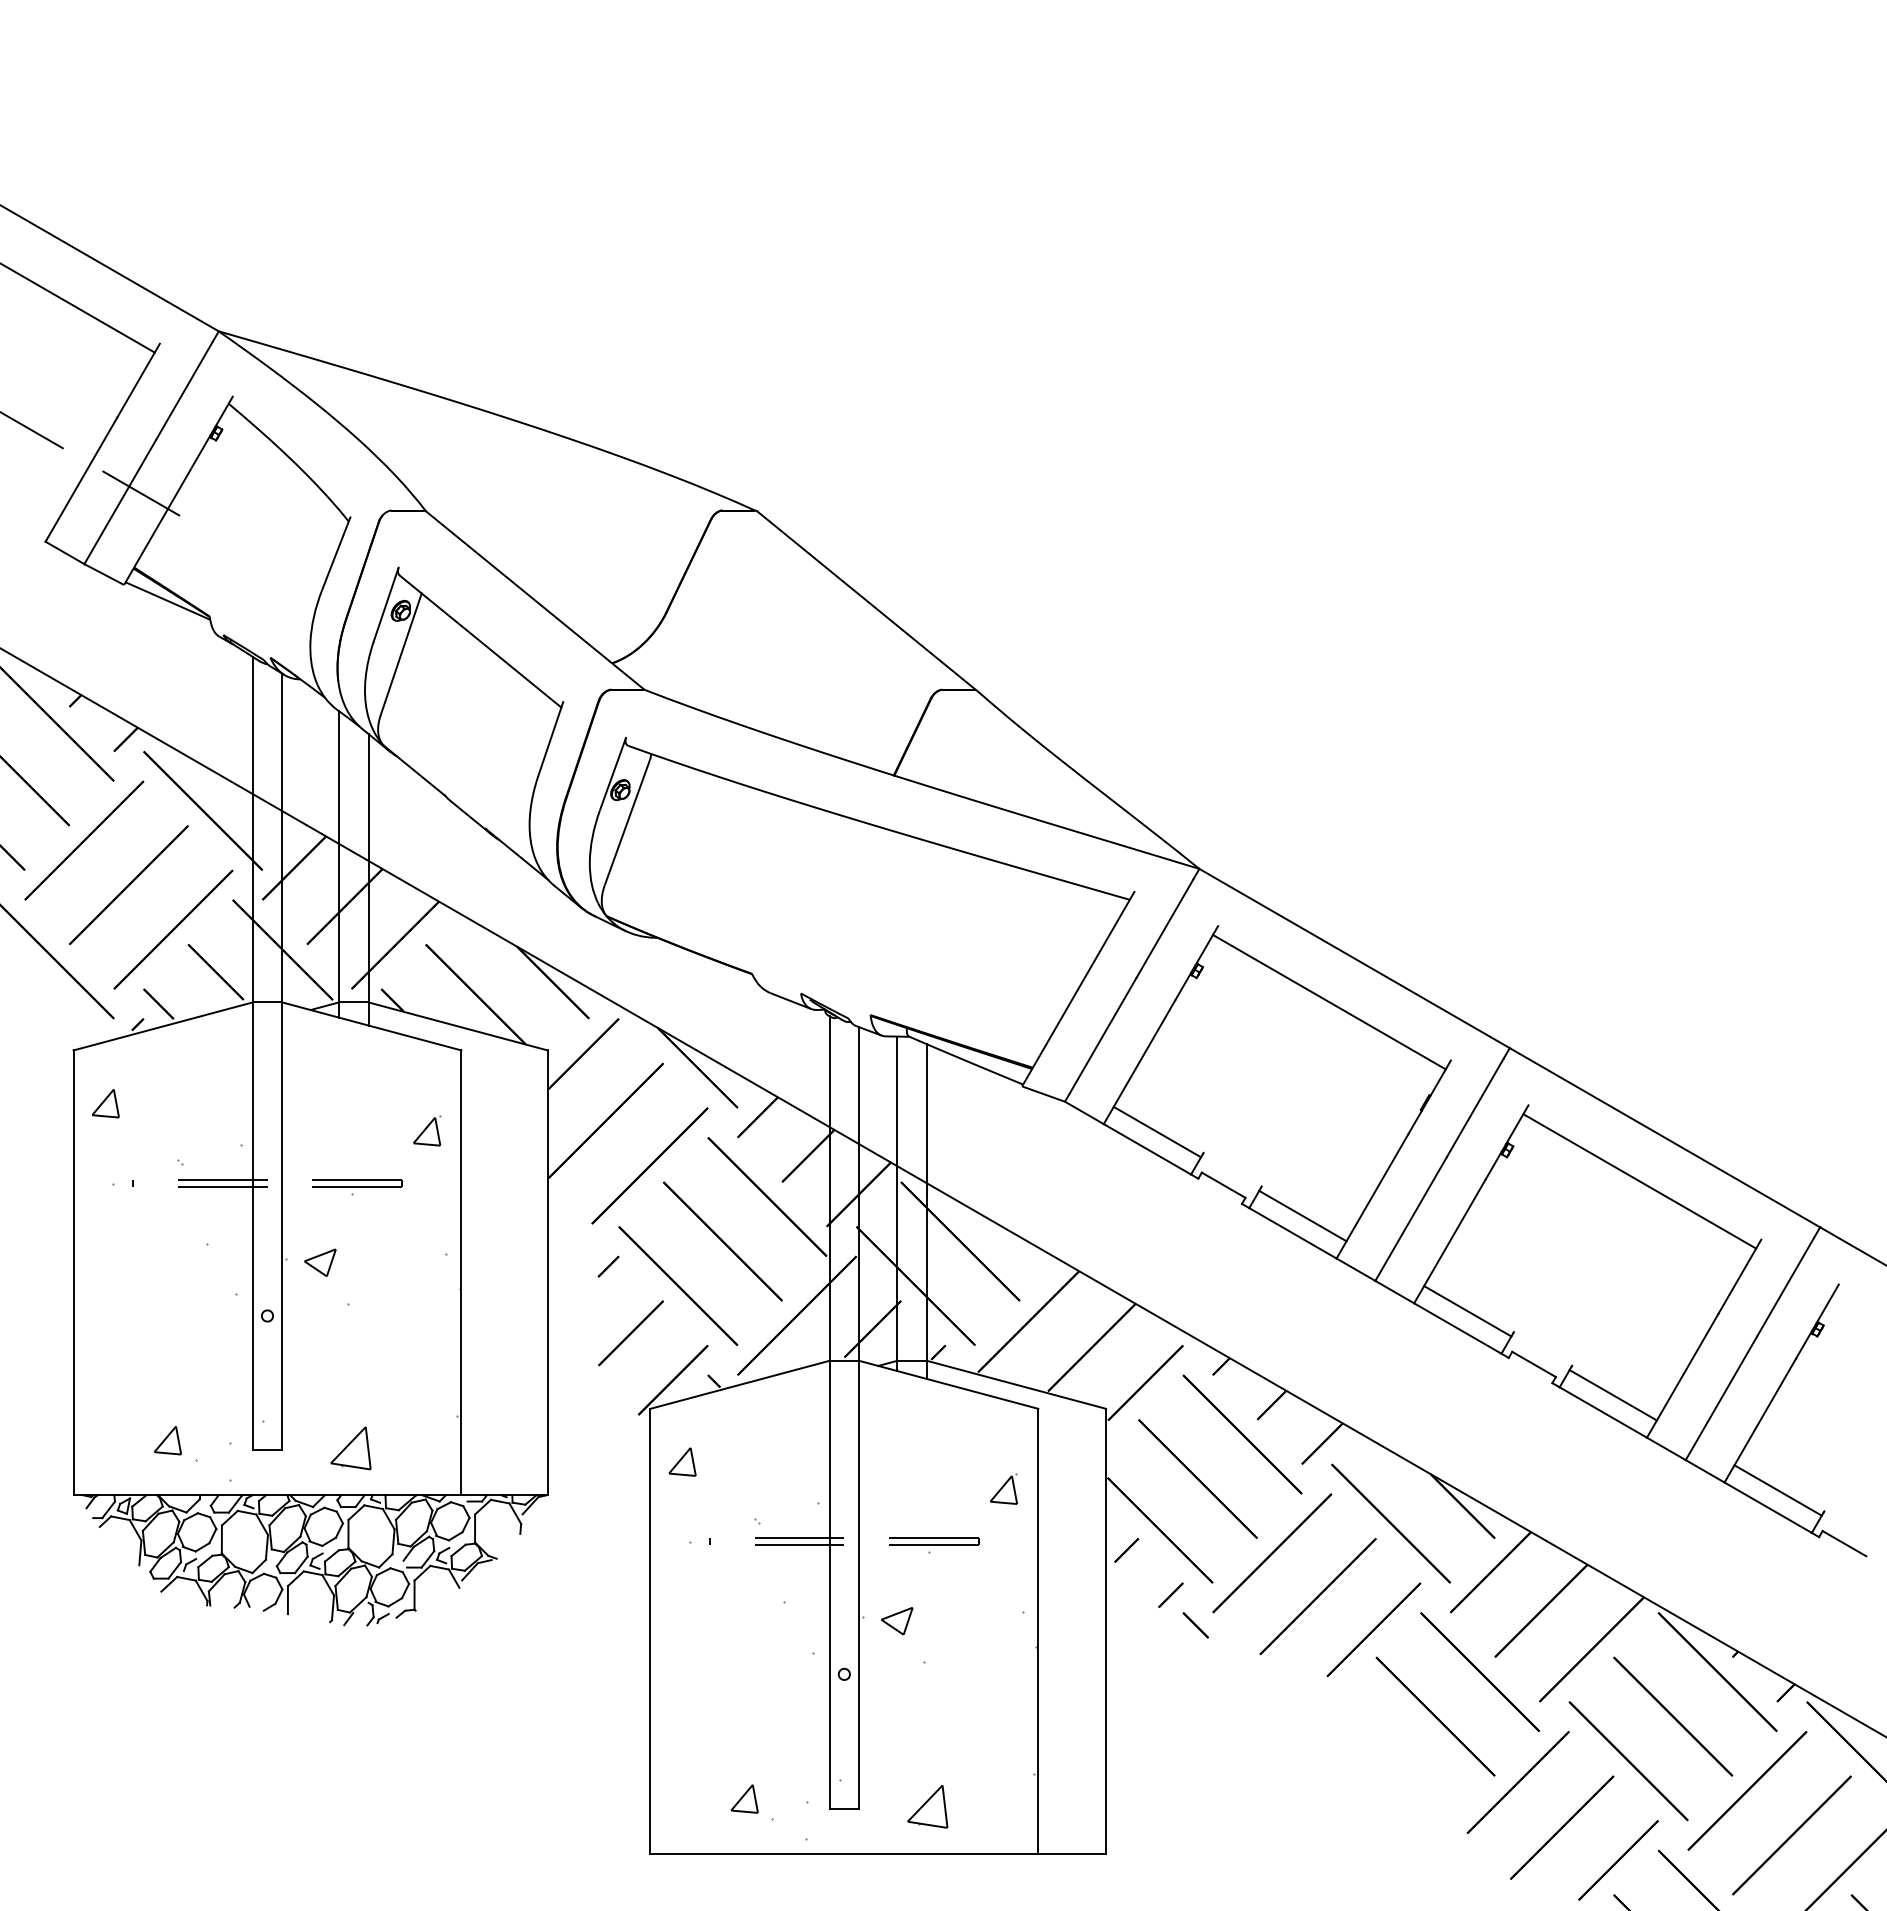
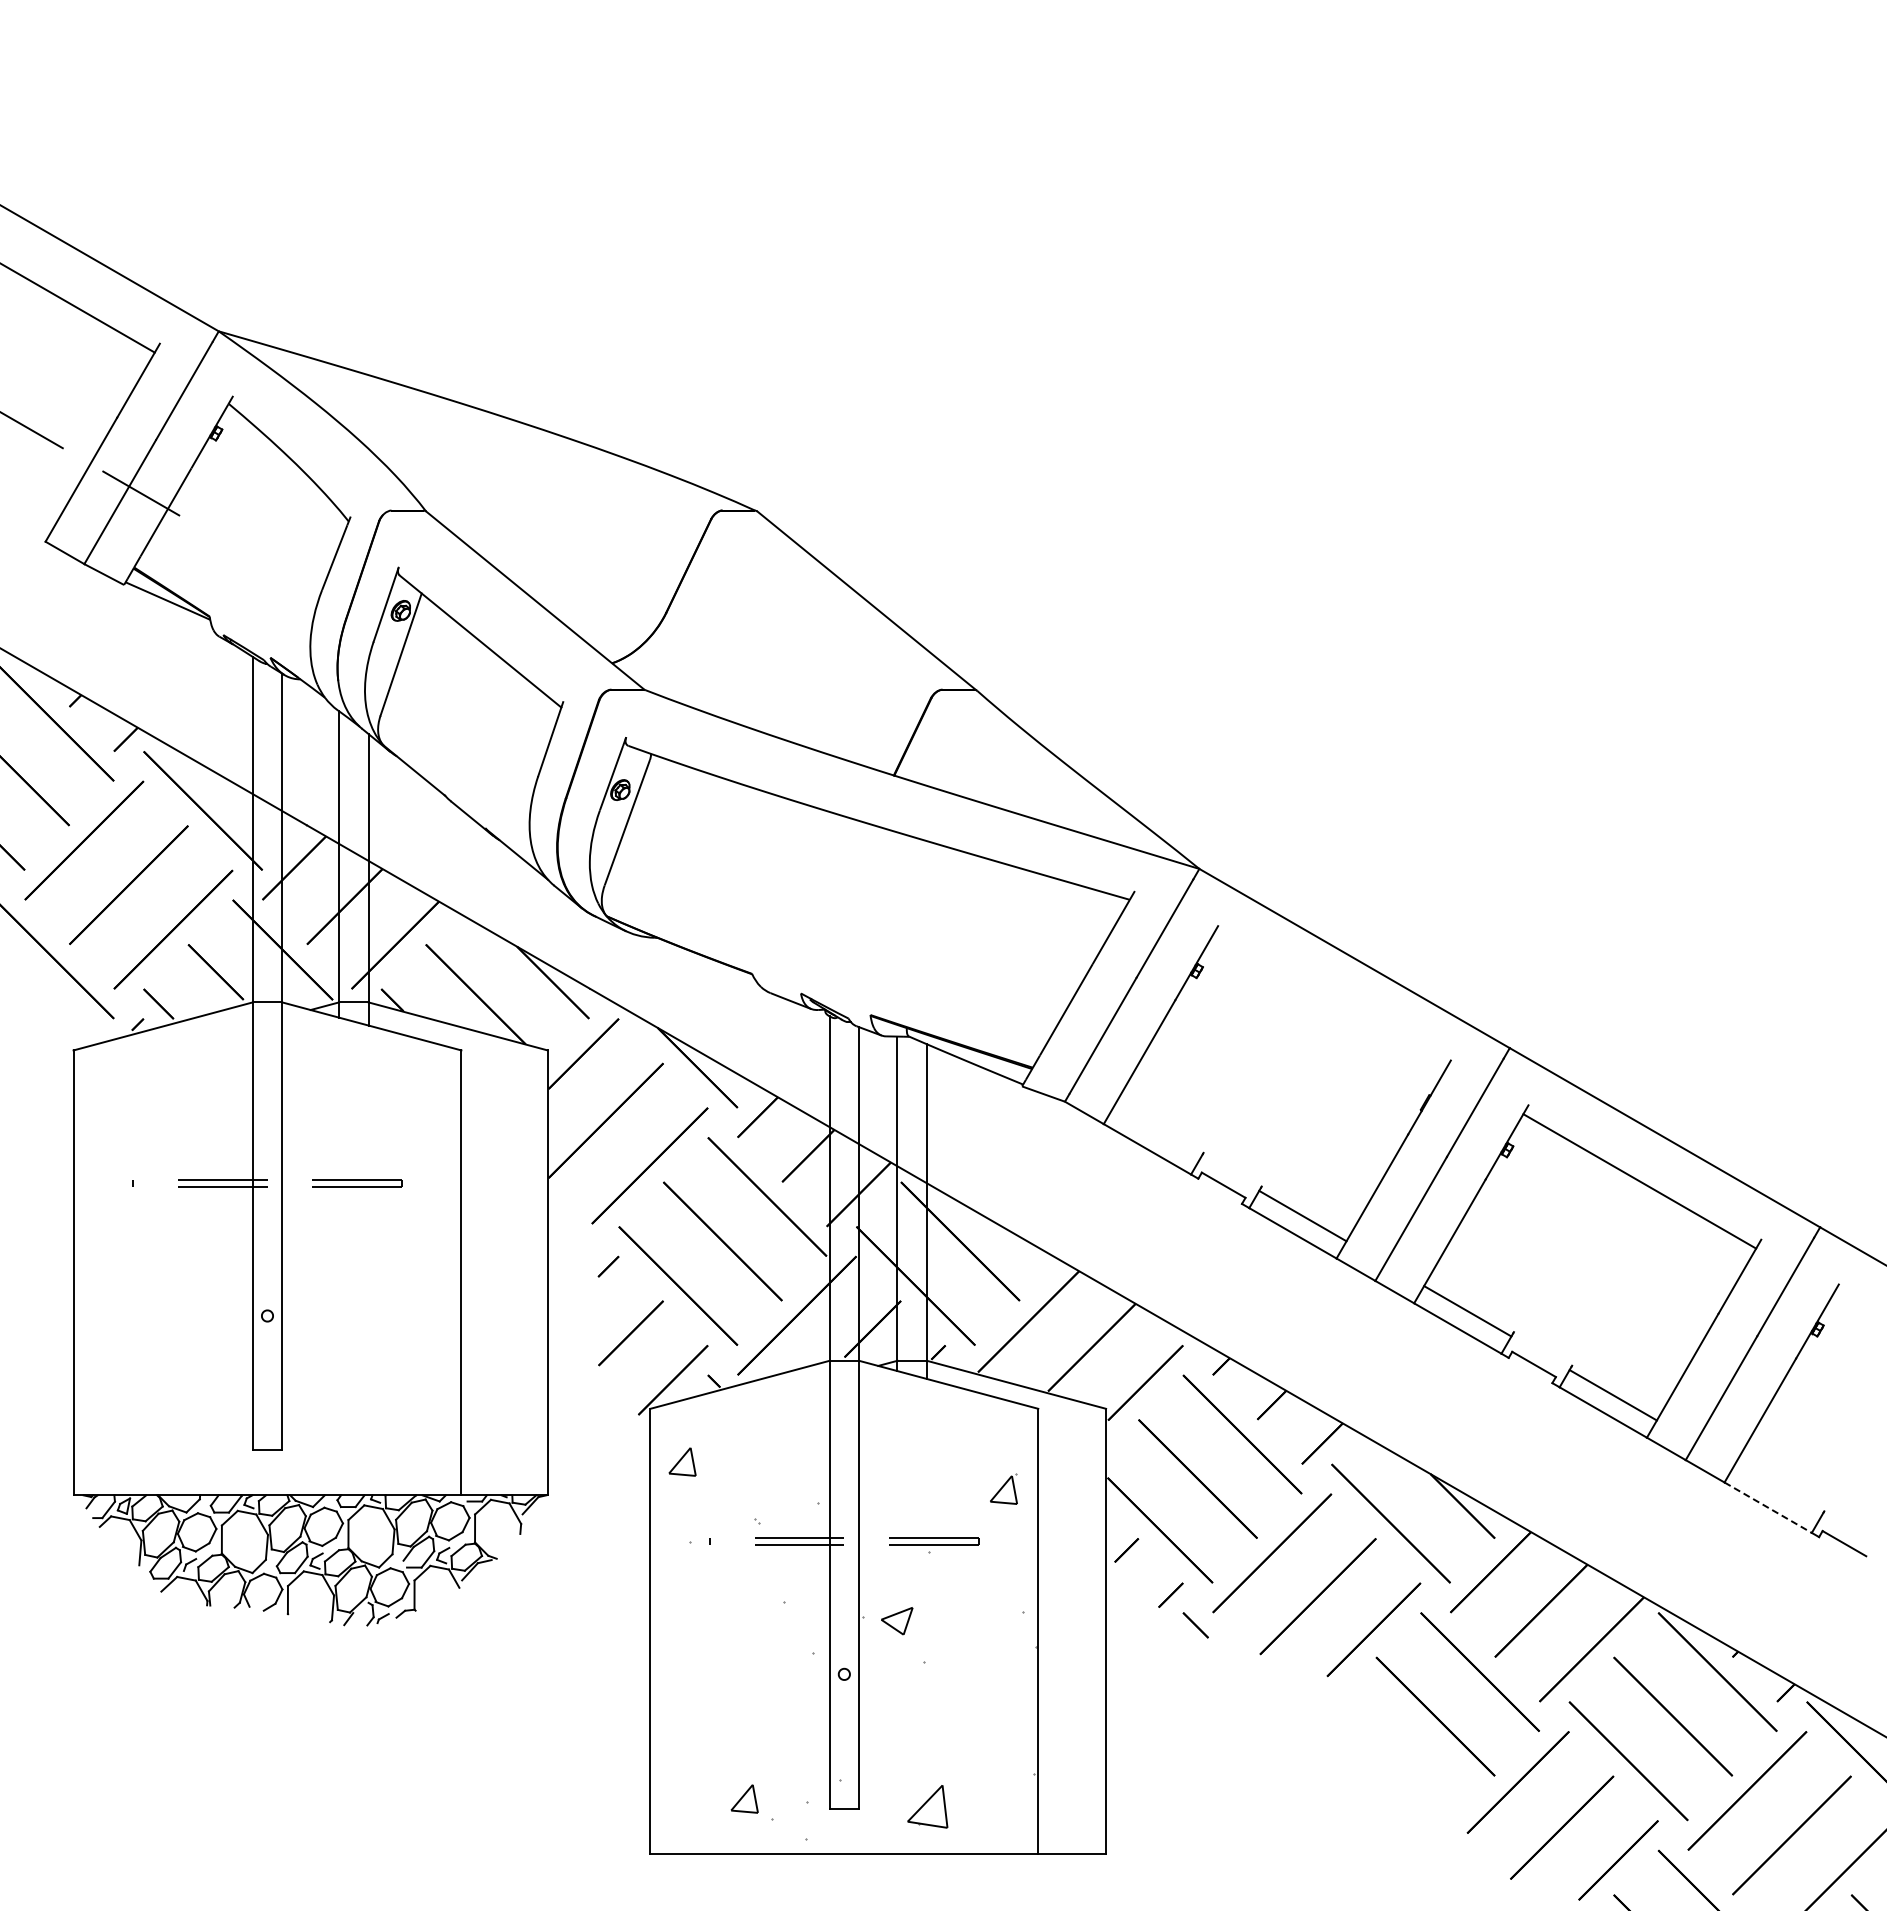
line at (1329, 1001): present -> none
line at (1157, 1131): present -> none
hatch at (275, 1284): present -> none
line at (1777, 1490): present -> none
line at (1768, 1507): solid -> dashed
